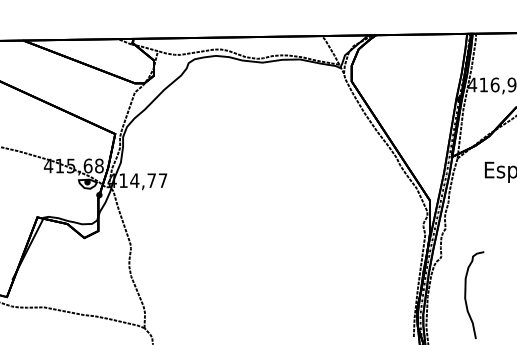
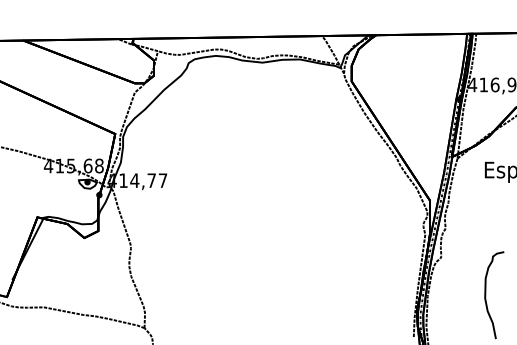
curve at (466, 295) position: (466, 295) -> (486, 295)
